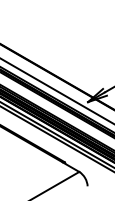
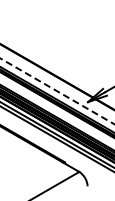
line at (57, 91): solid -> dashed
